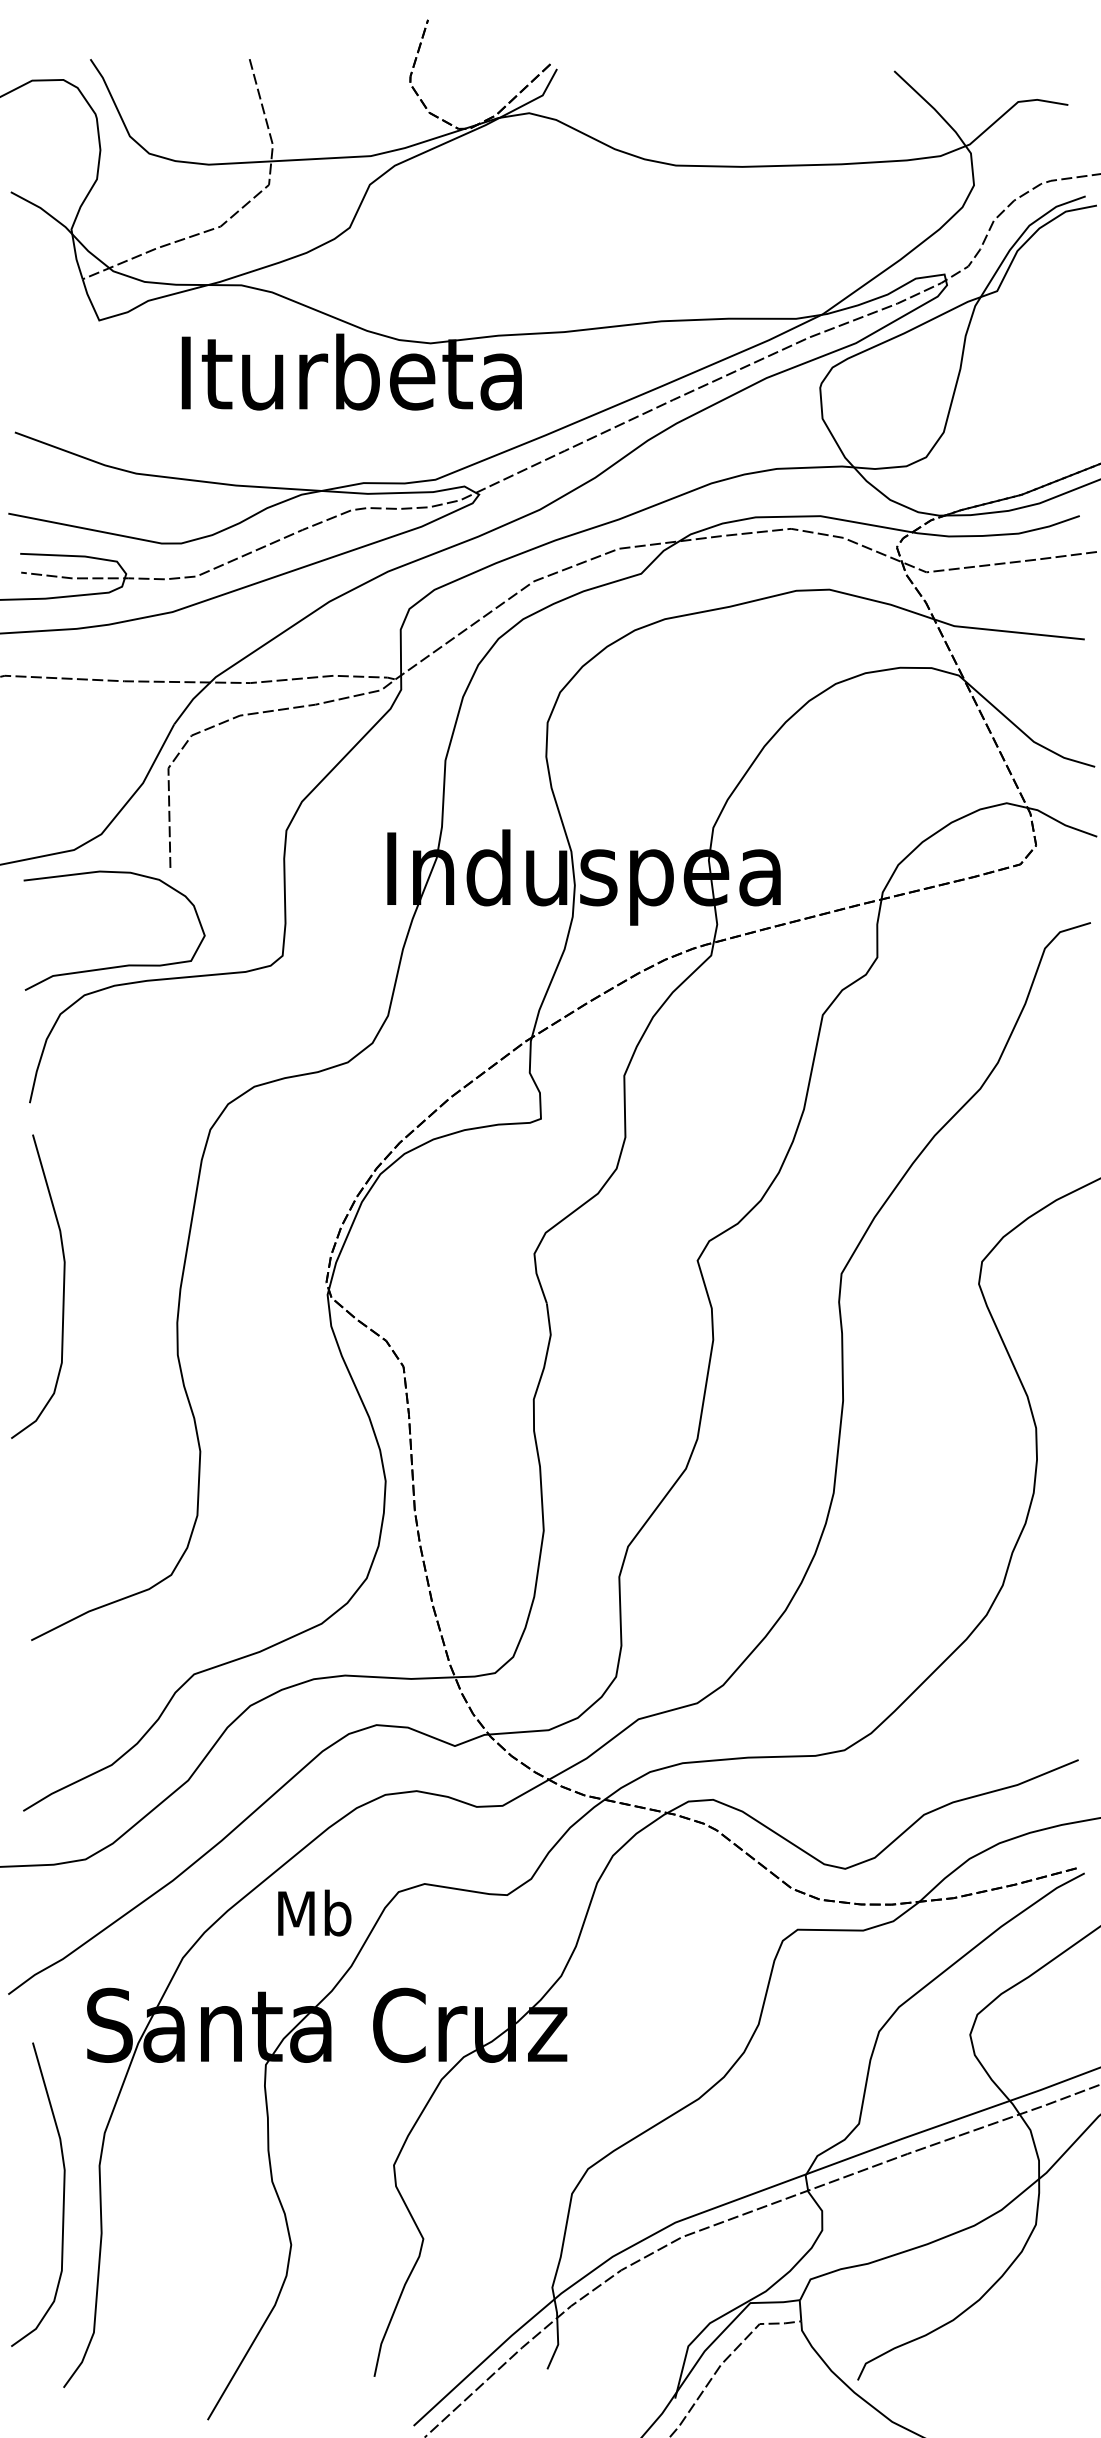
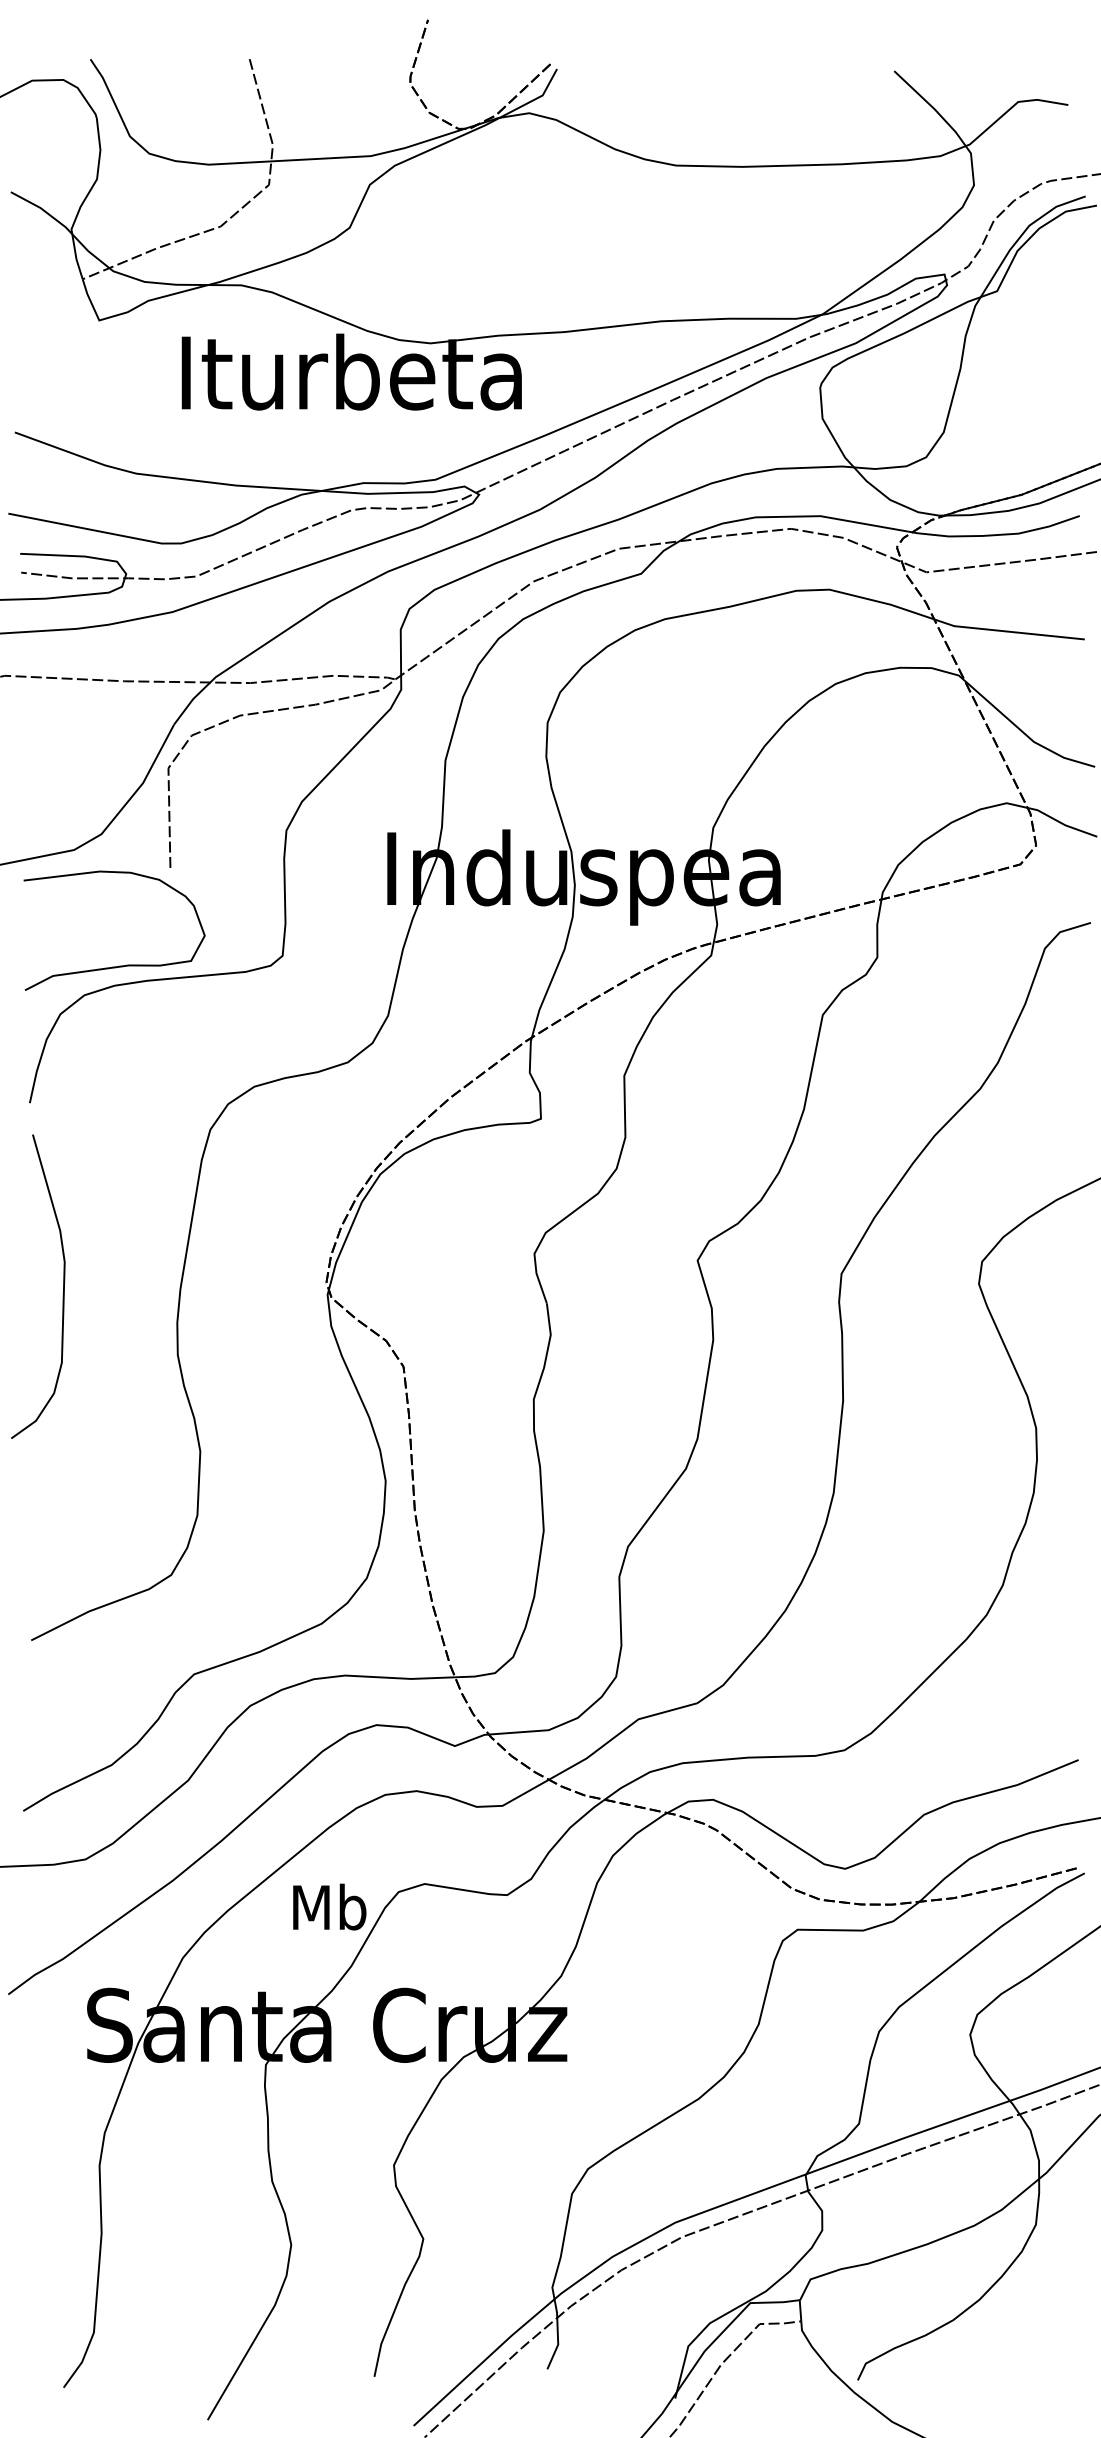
text at (314, 1912) position: (314, 1912) -> (329, 1906)
curve at (63, 2194): present -> none
